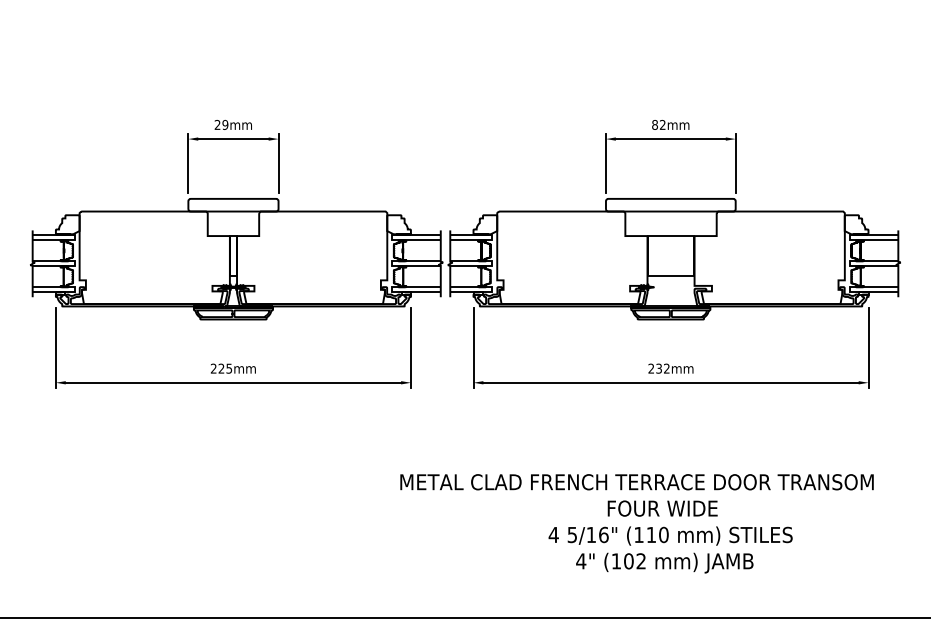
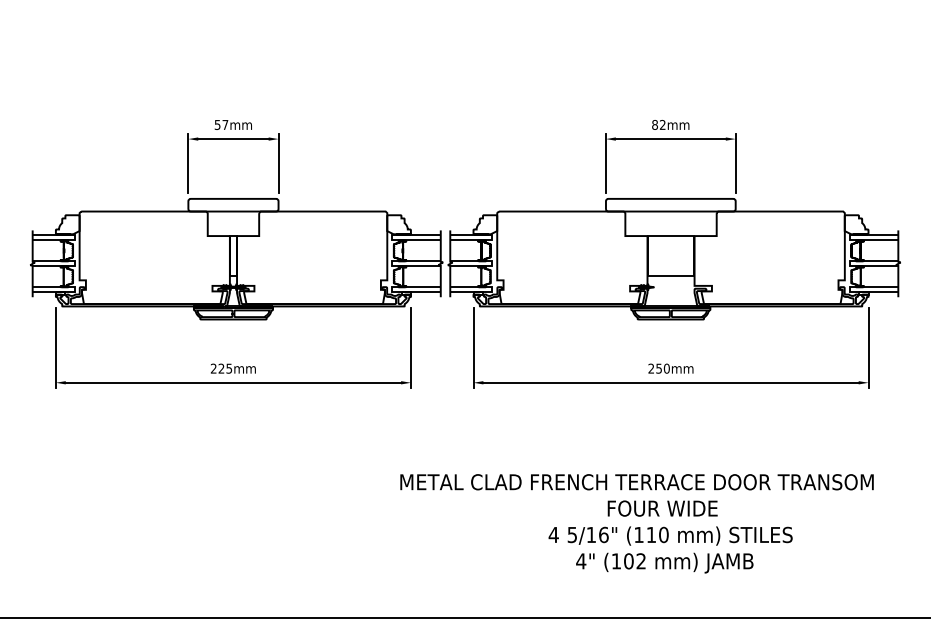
text at (221, 124): 29mm -> 57mm
text at (662, 368): 232mm -> 250mm
